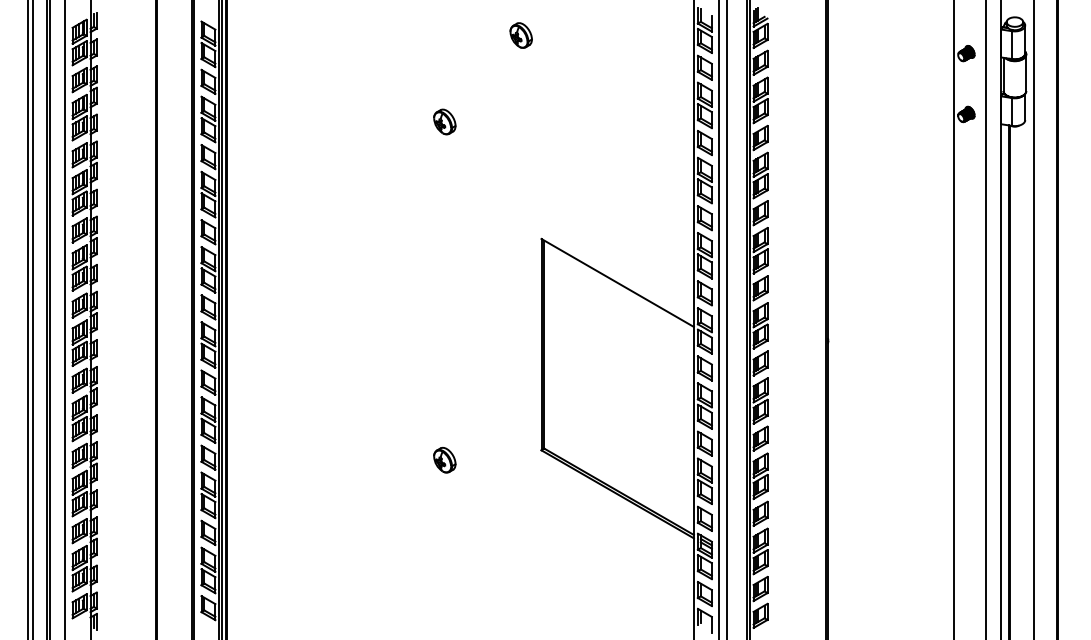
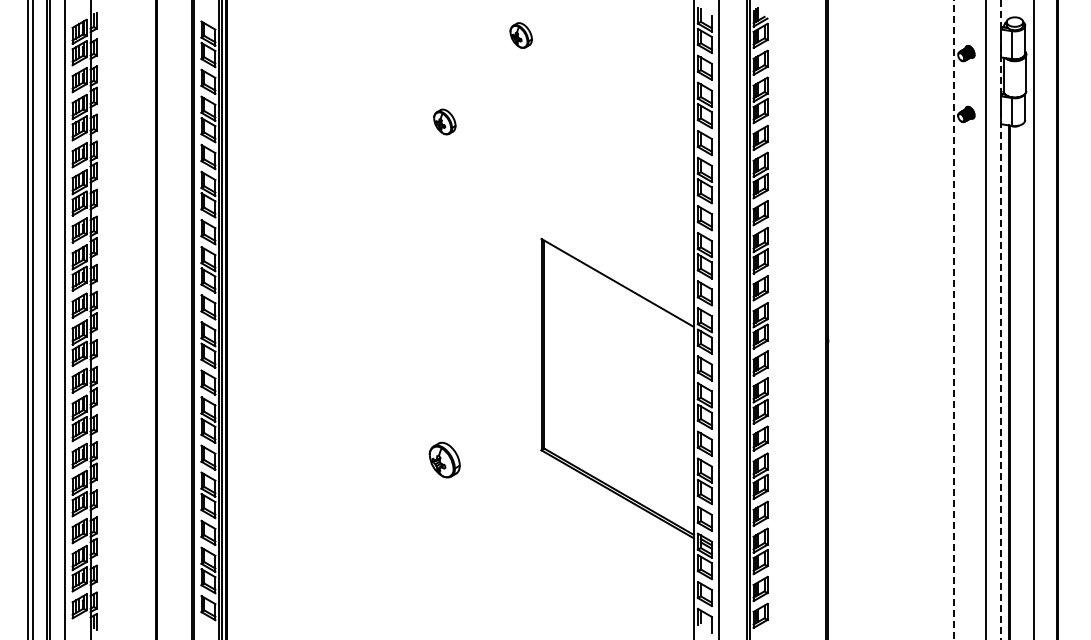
line at (727, 319): present -> none
line at (1000, 319): solid -> dashed
line at (953, 320): solid -> dashed
part at (444, 460) size: 24x27 px -> 33x38 px
